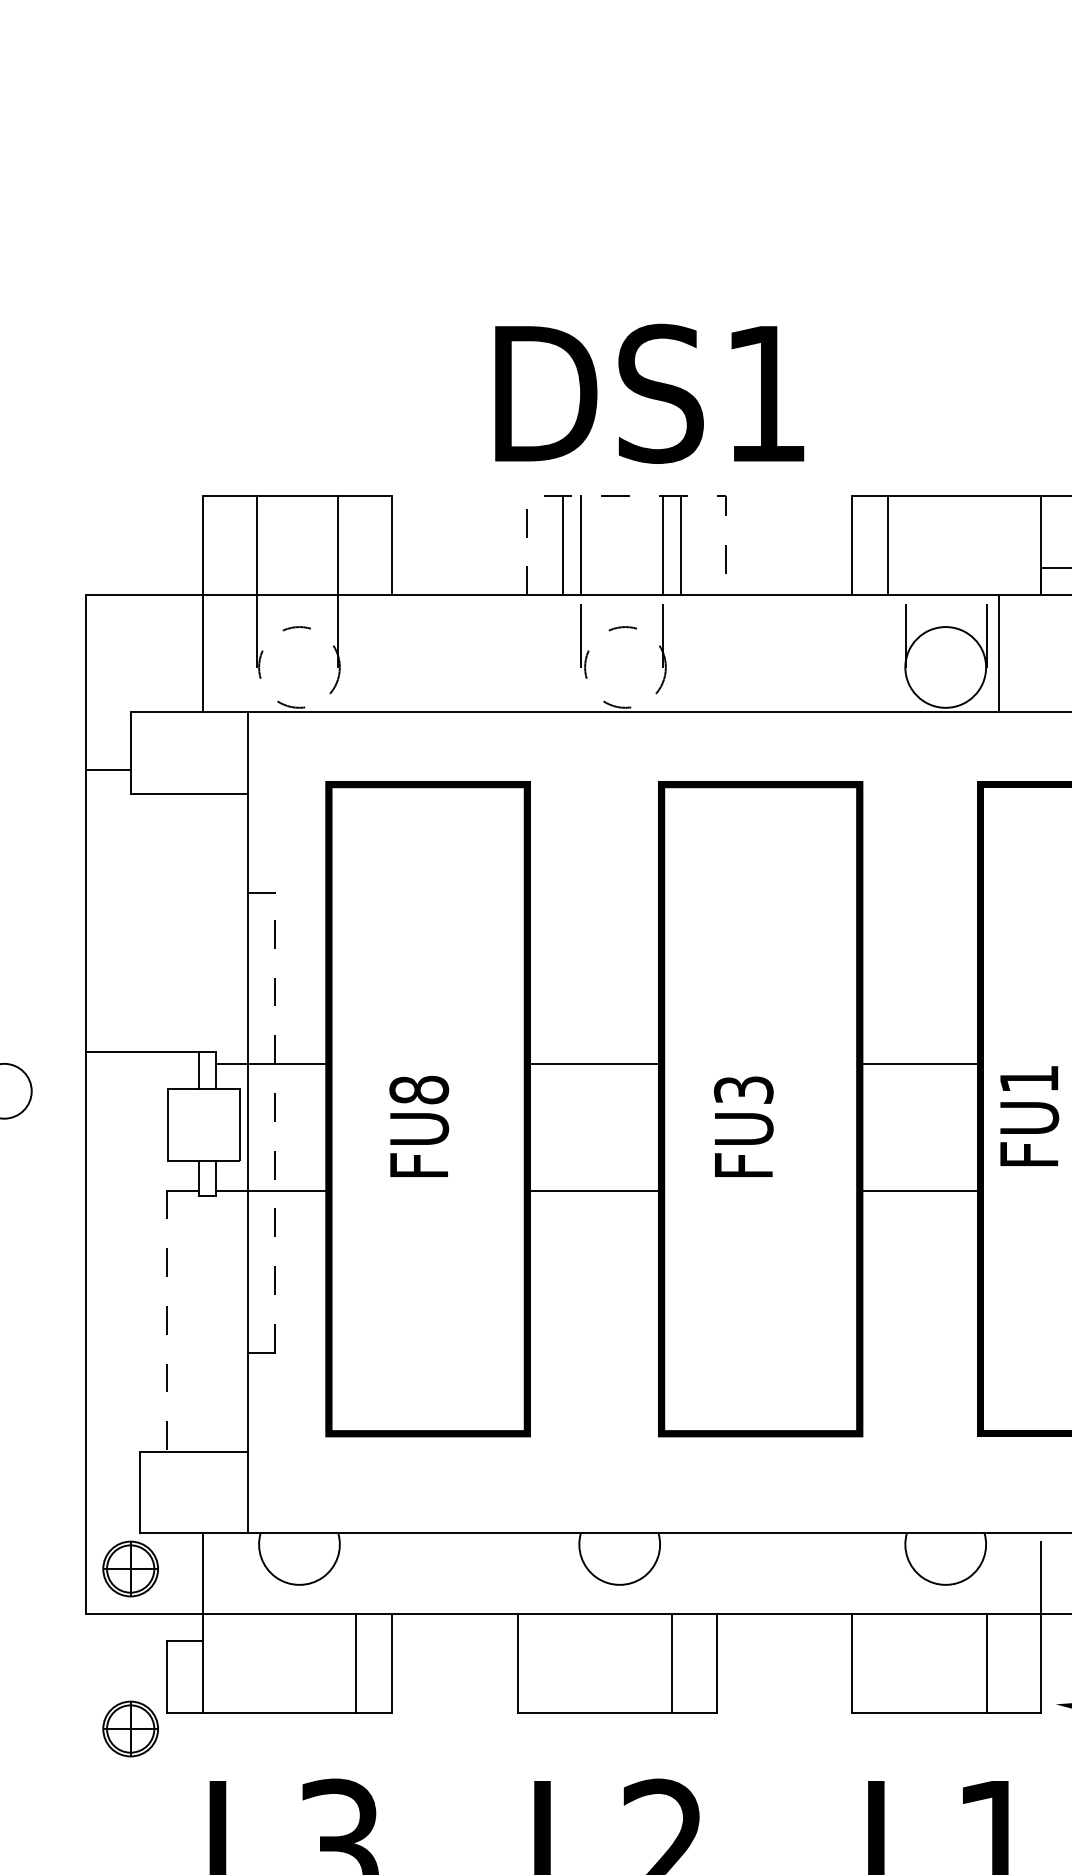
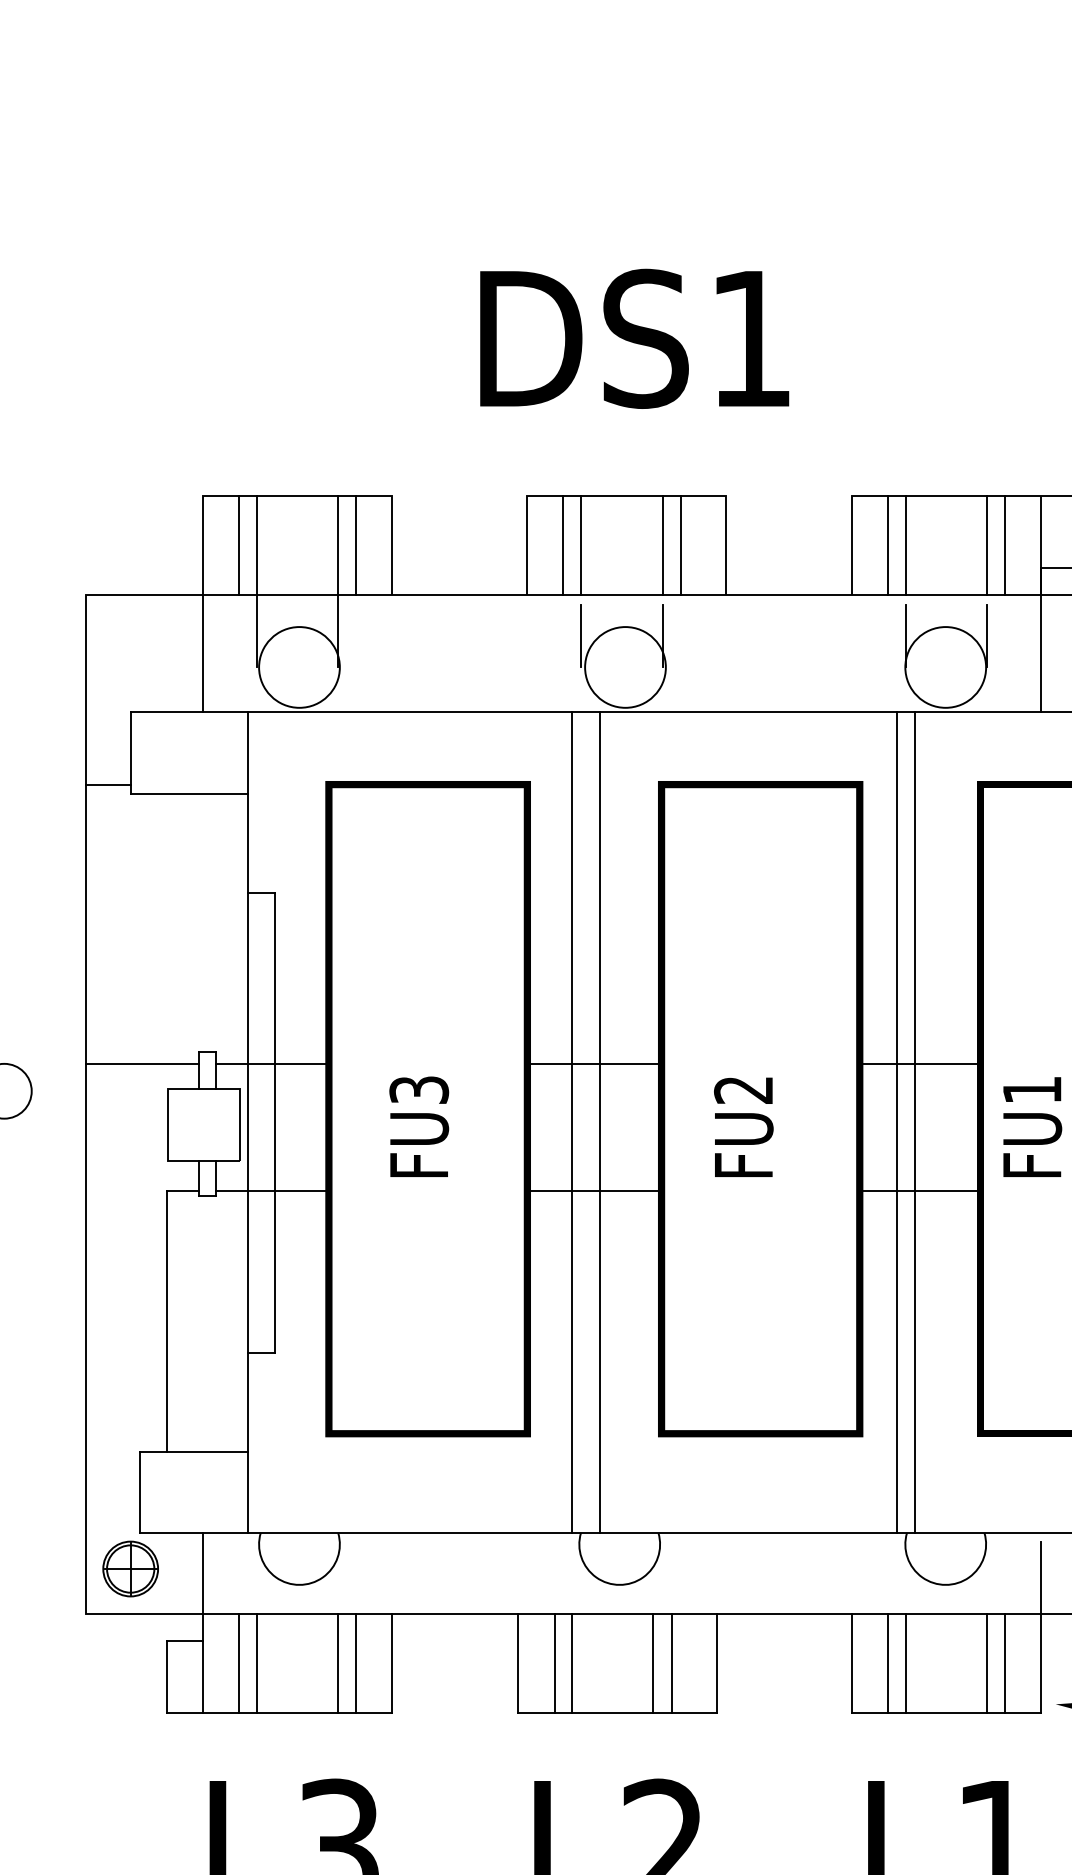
text at (649, 393) position: (649, 393) -> (634, 338)
line at (627, 496): dashed -> solid
line at (238, 545): none -> present
line at (356, 545): none -> present
line at (905, 545): none -> present
line at (987, 545): none -> present
line at (1005, 545): none -> present
line at (999, 653) position: (999, 653) -> (1041, 653)
circle at (299, 667): dashed -> solid
circle at (625, 667): dashed -> solid
line at (107, 769) position: (107, 769) -> (107, 784)
line at (141, 1052) position: (141, 1052) -> (141, 1064)
text at (419, 1089): FU8 -> FU3
text at (743, 1089): FU3 -> FU2
text at (1029, 1115) position: (1029, 1115) -> (1032, 1126)
line at (274, 1122): dashed -> solid
line at (572, 1122): none -> present
line at (599, 1122): none -> present
line at (896, 1122): none -> present
line at (915, 1122): none -> present
line at (166, 1321): dashed -> solid
line at (238, 1663): none -> present
line at (256, 1663): none -> present
line at (338, 1663): none -> present
line at (554, 1663): none -> present
line at (572, 1663): none -> present
line at (653, 1663): none -> present
line at (888, 1663): none -> present
line at (905, 1663): none -> present
line at (1005, 1663): none -> present
part at (130, 1728): present -> none
